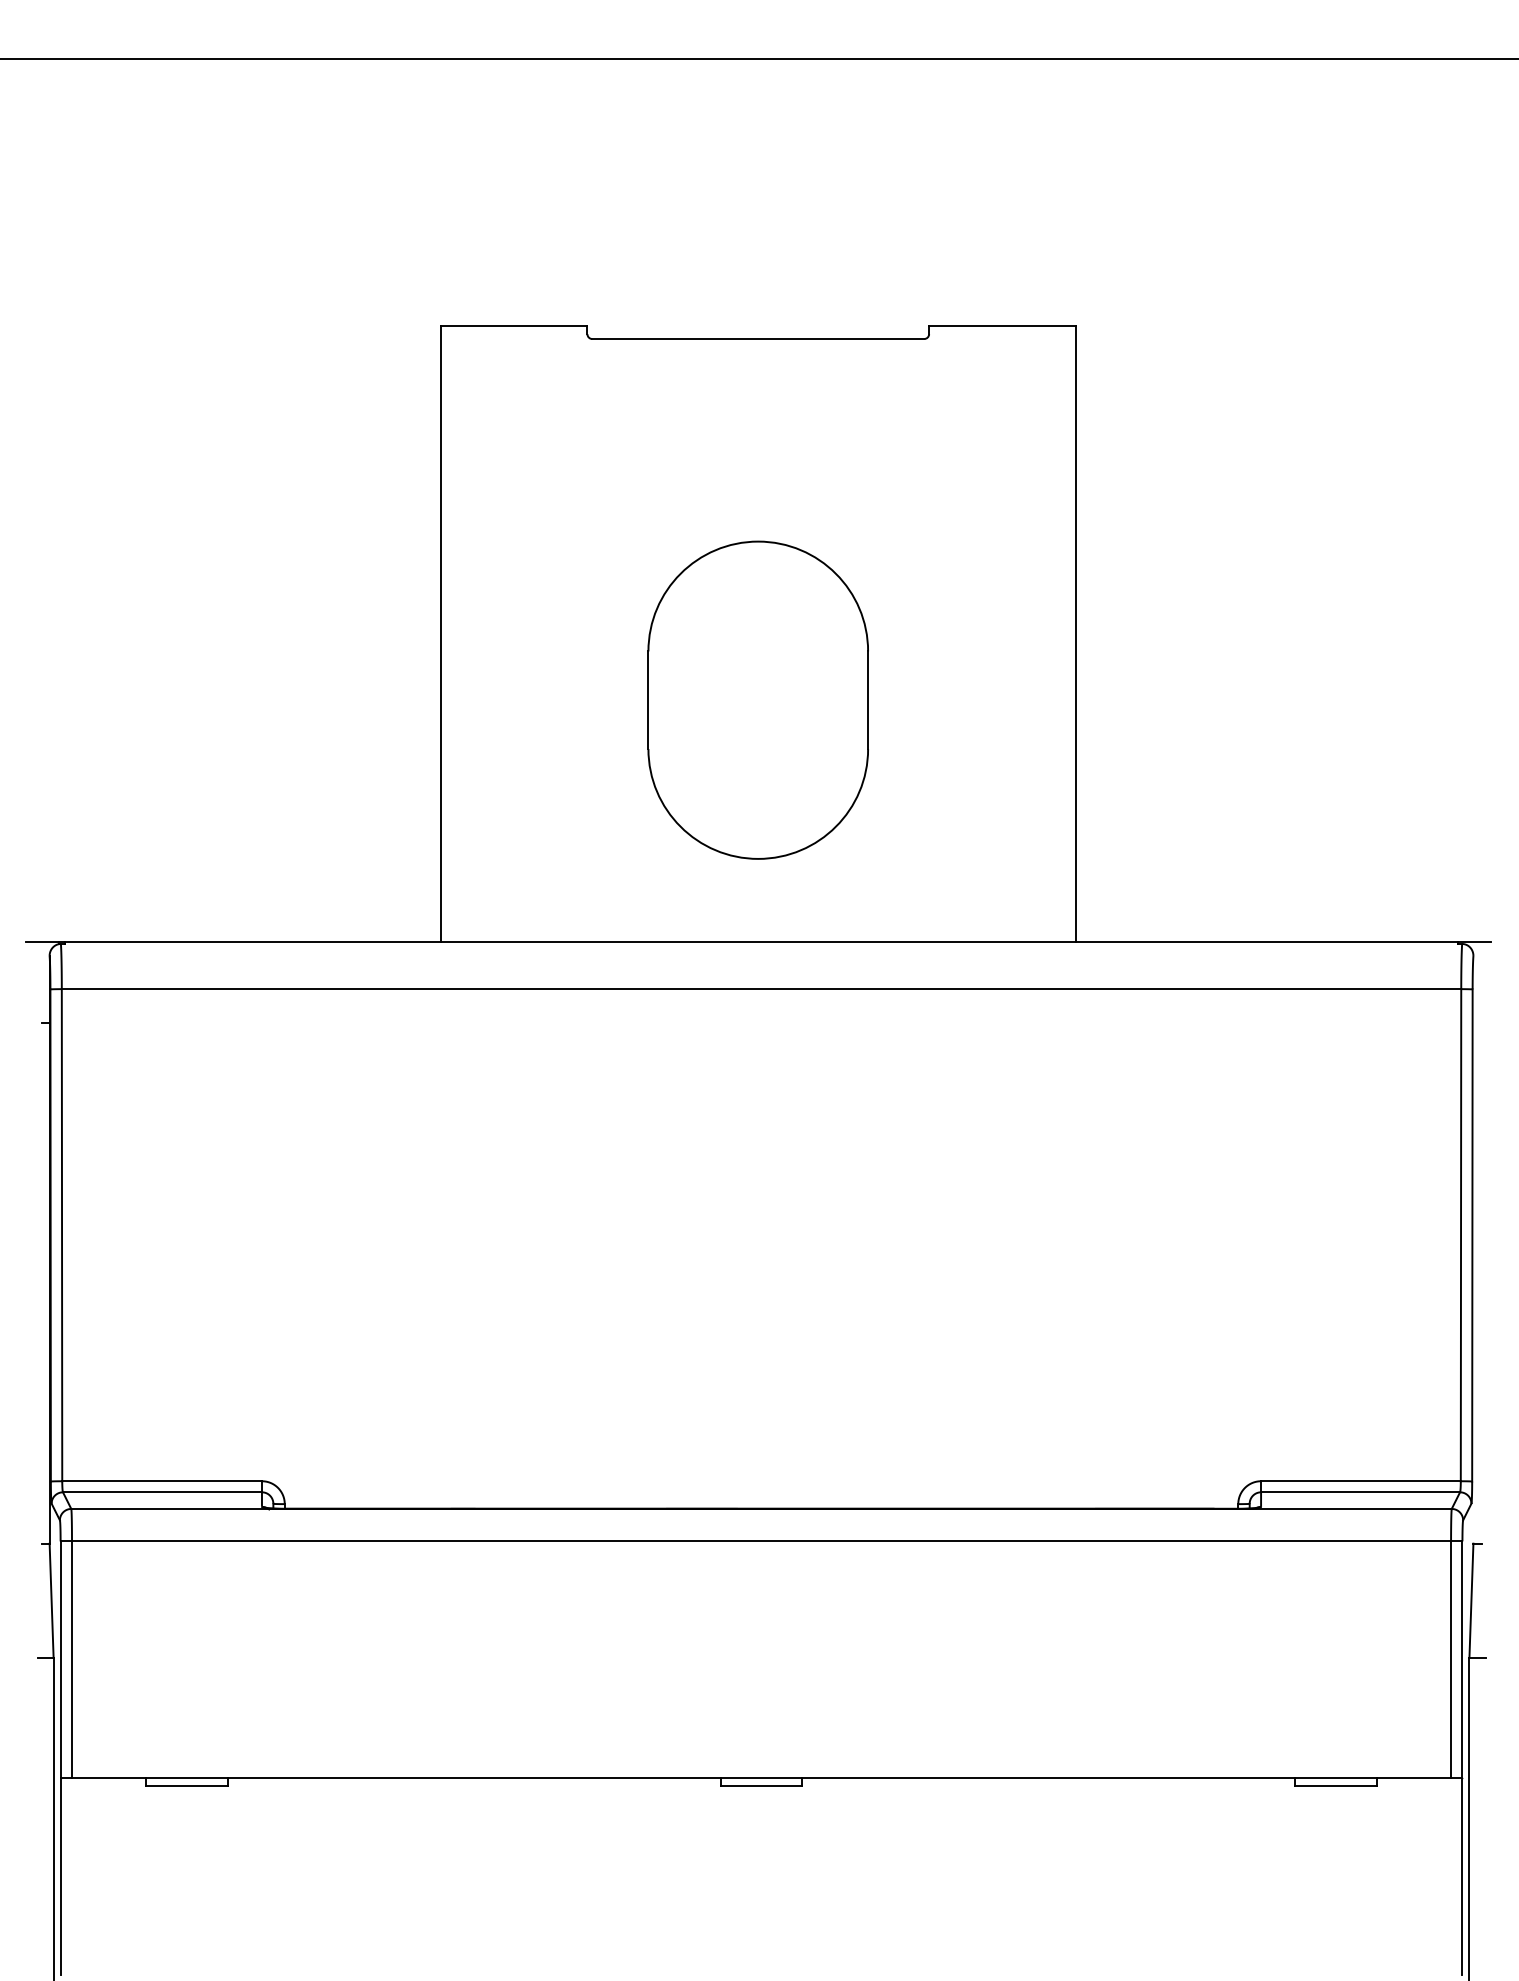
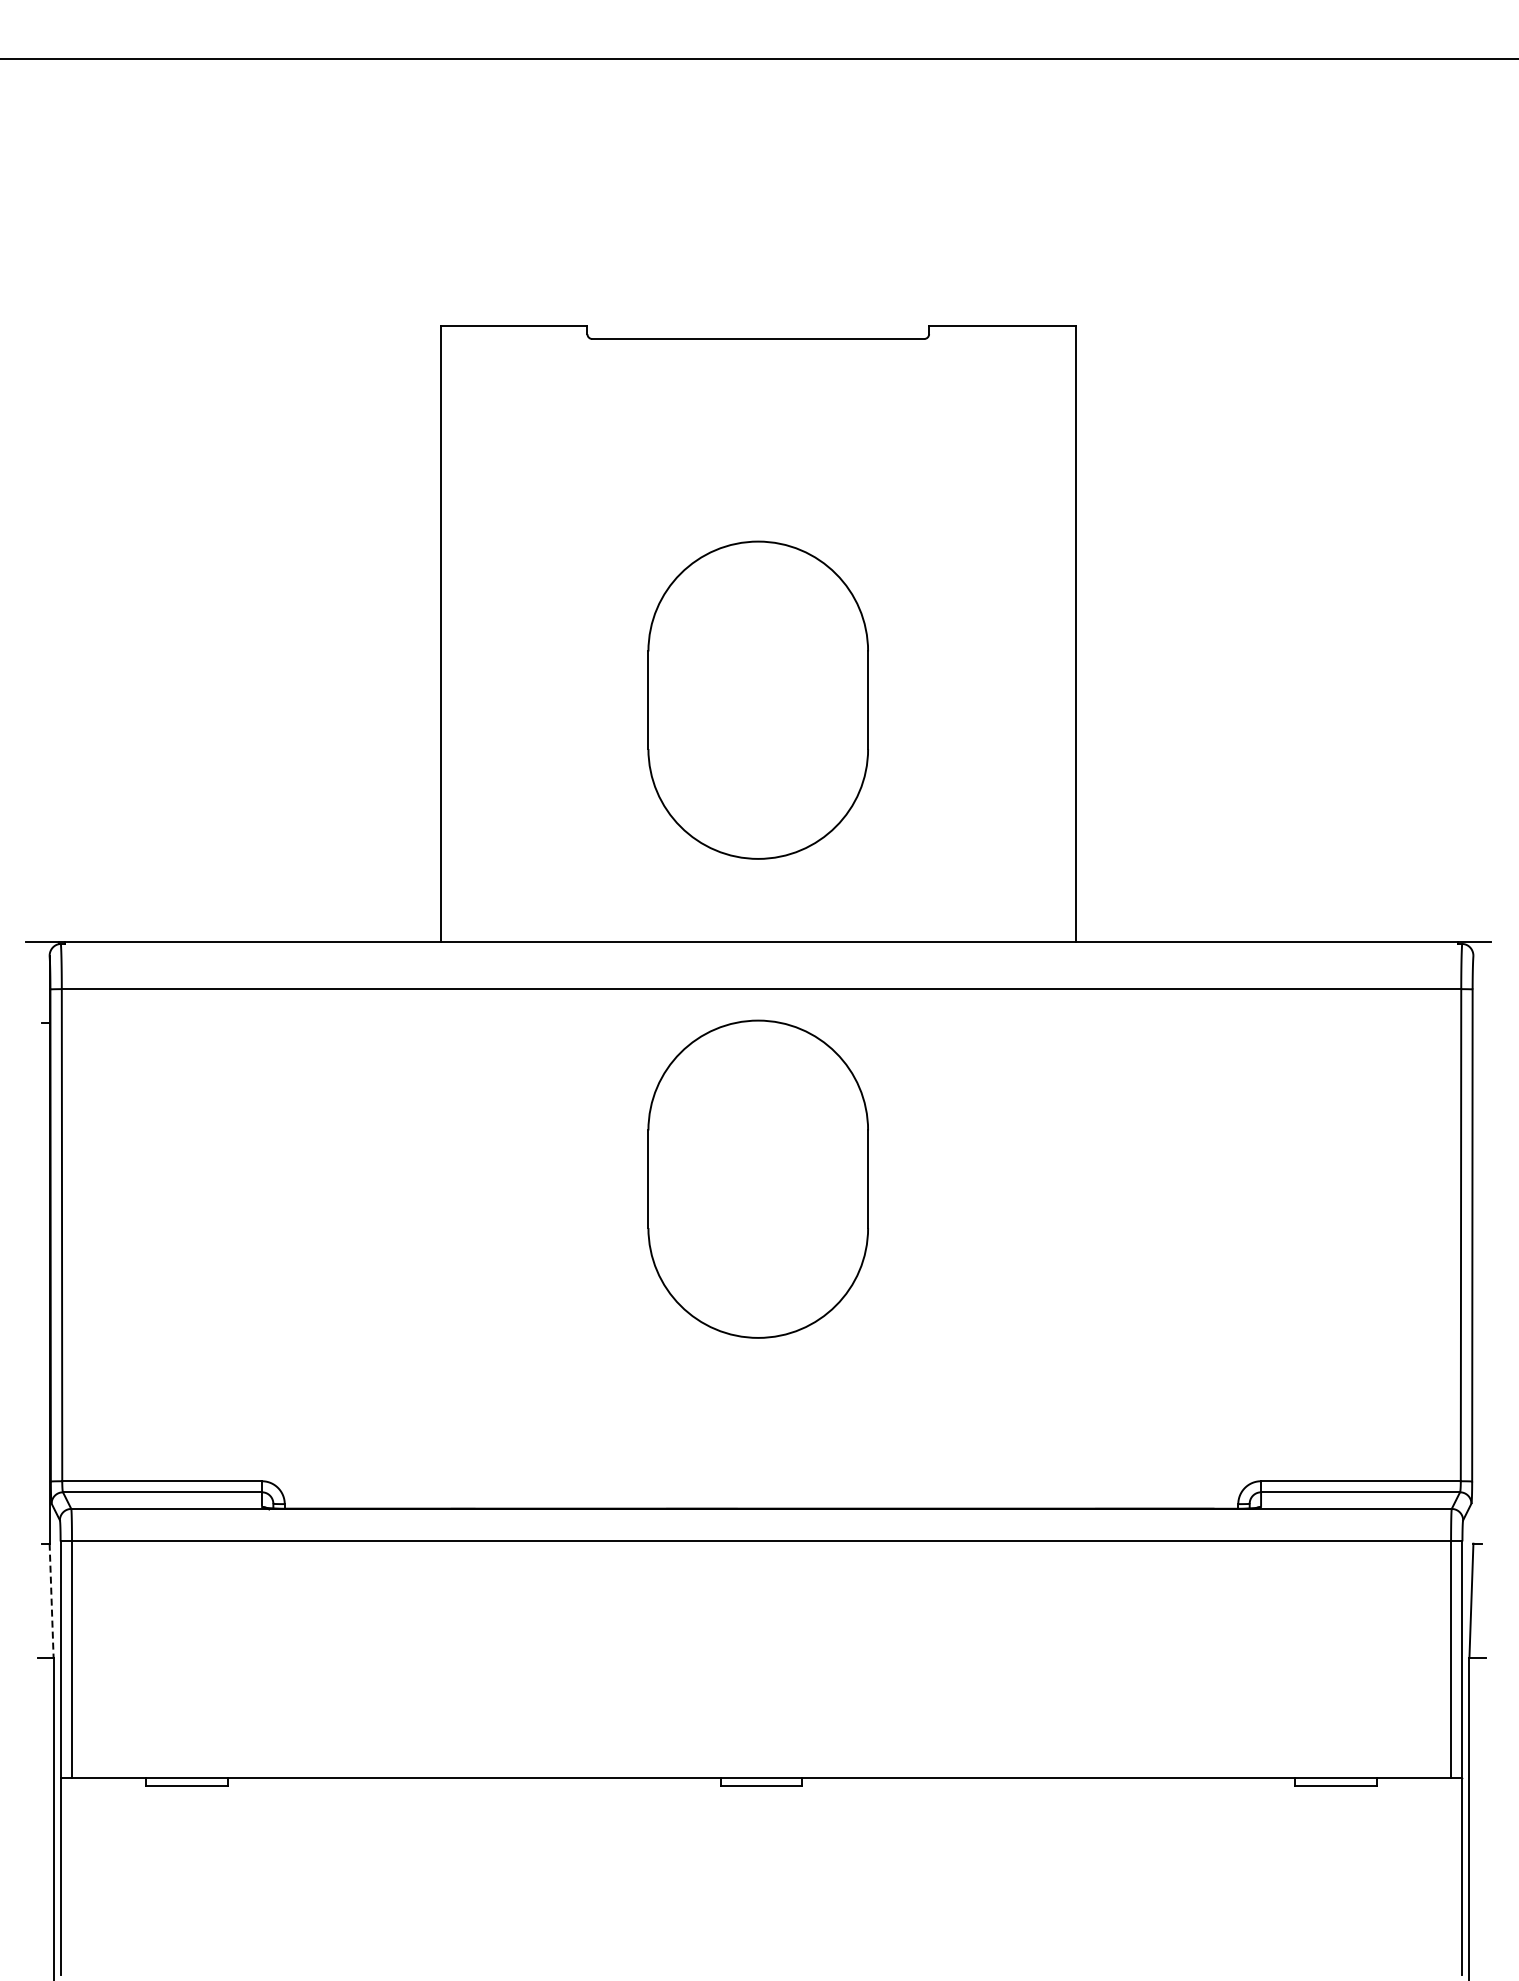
part at (757, 1178): none -> present
line at (51, 1600): solid -> dashed
